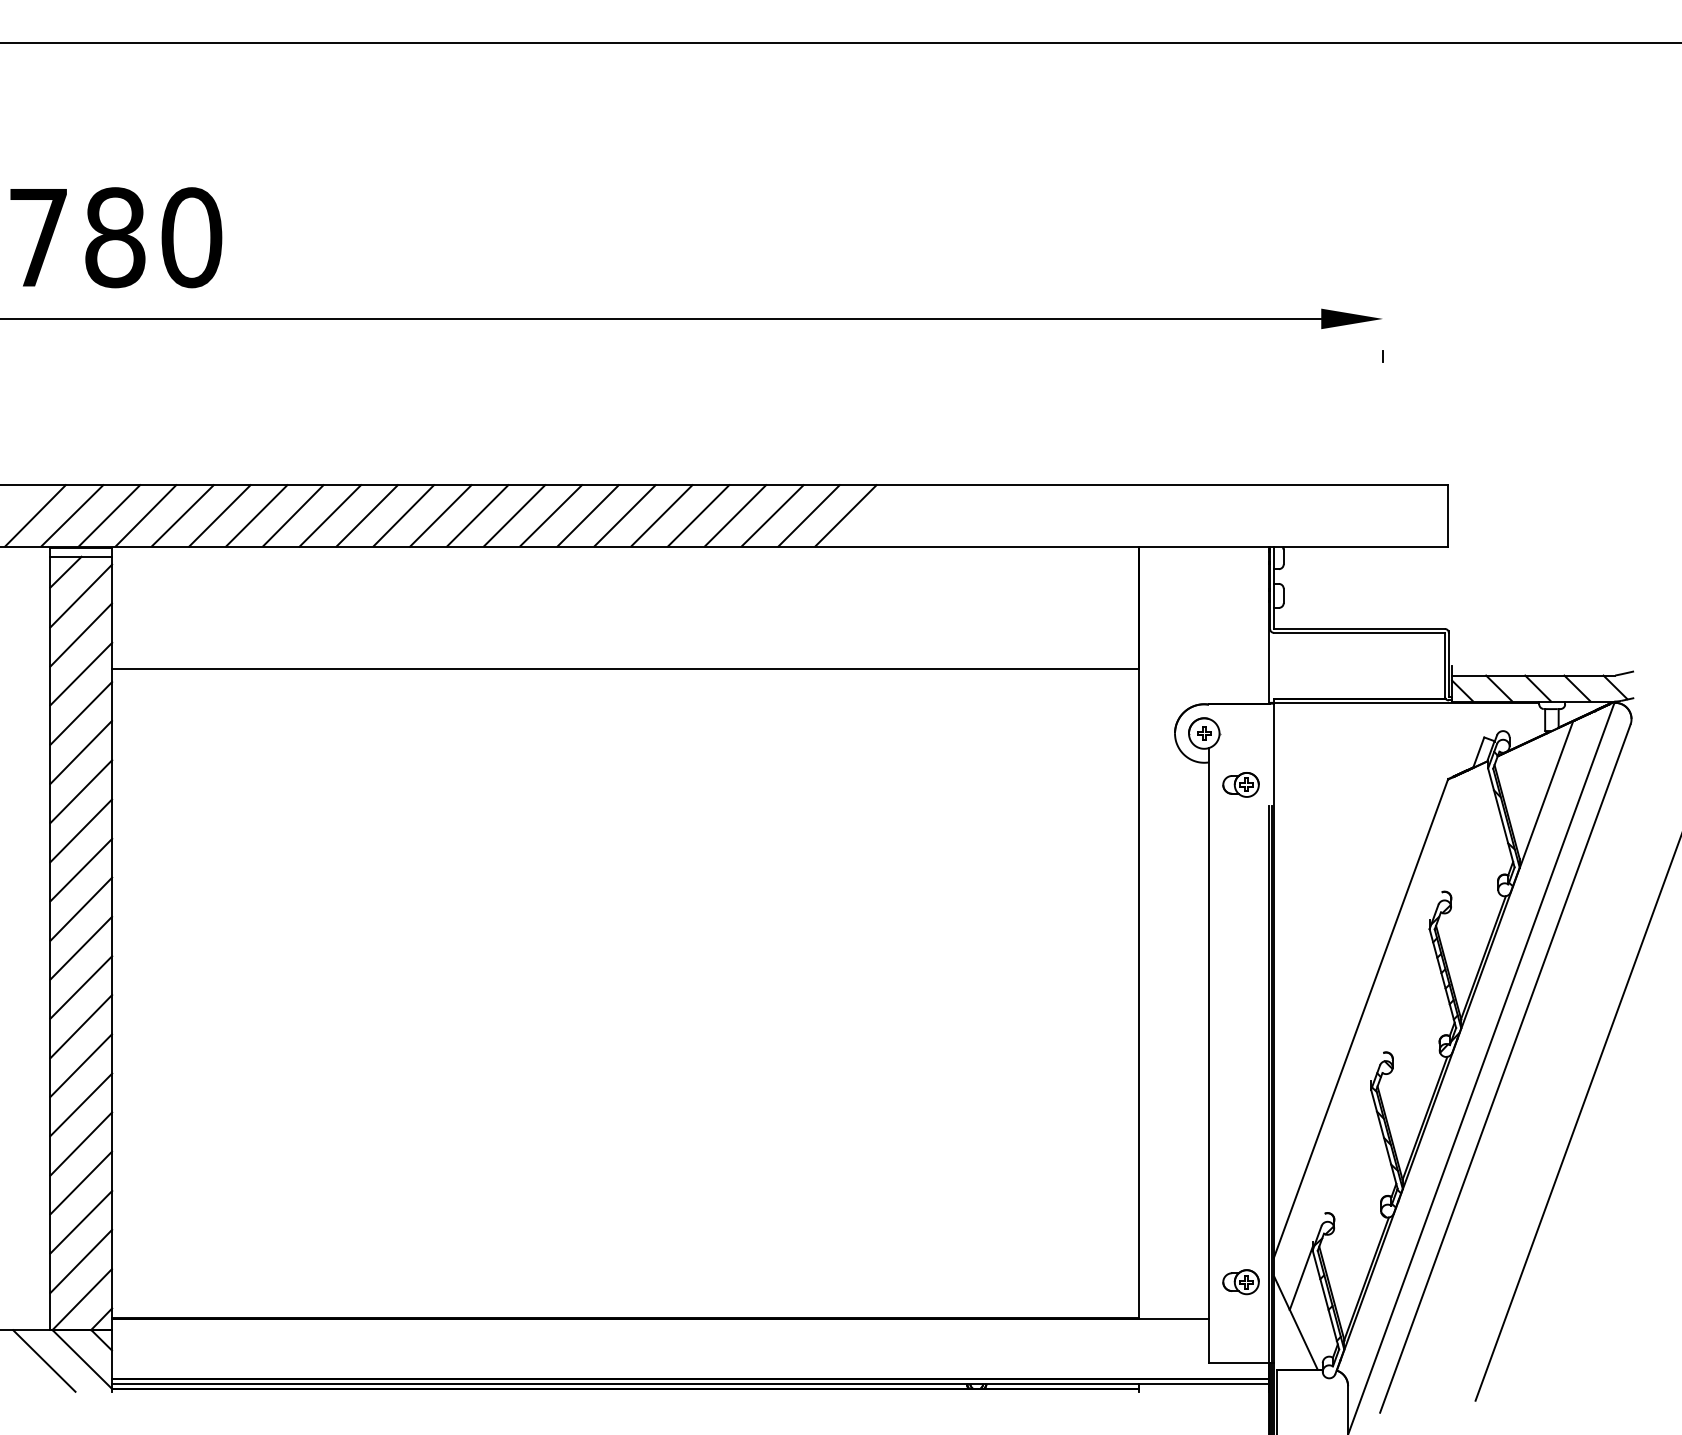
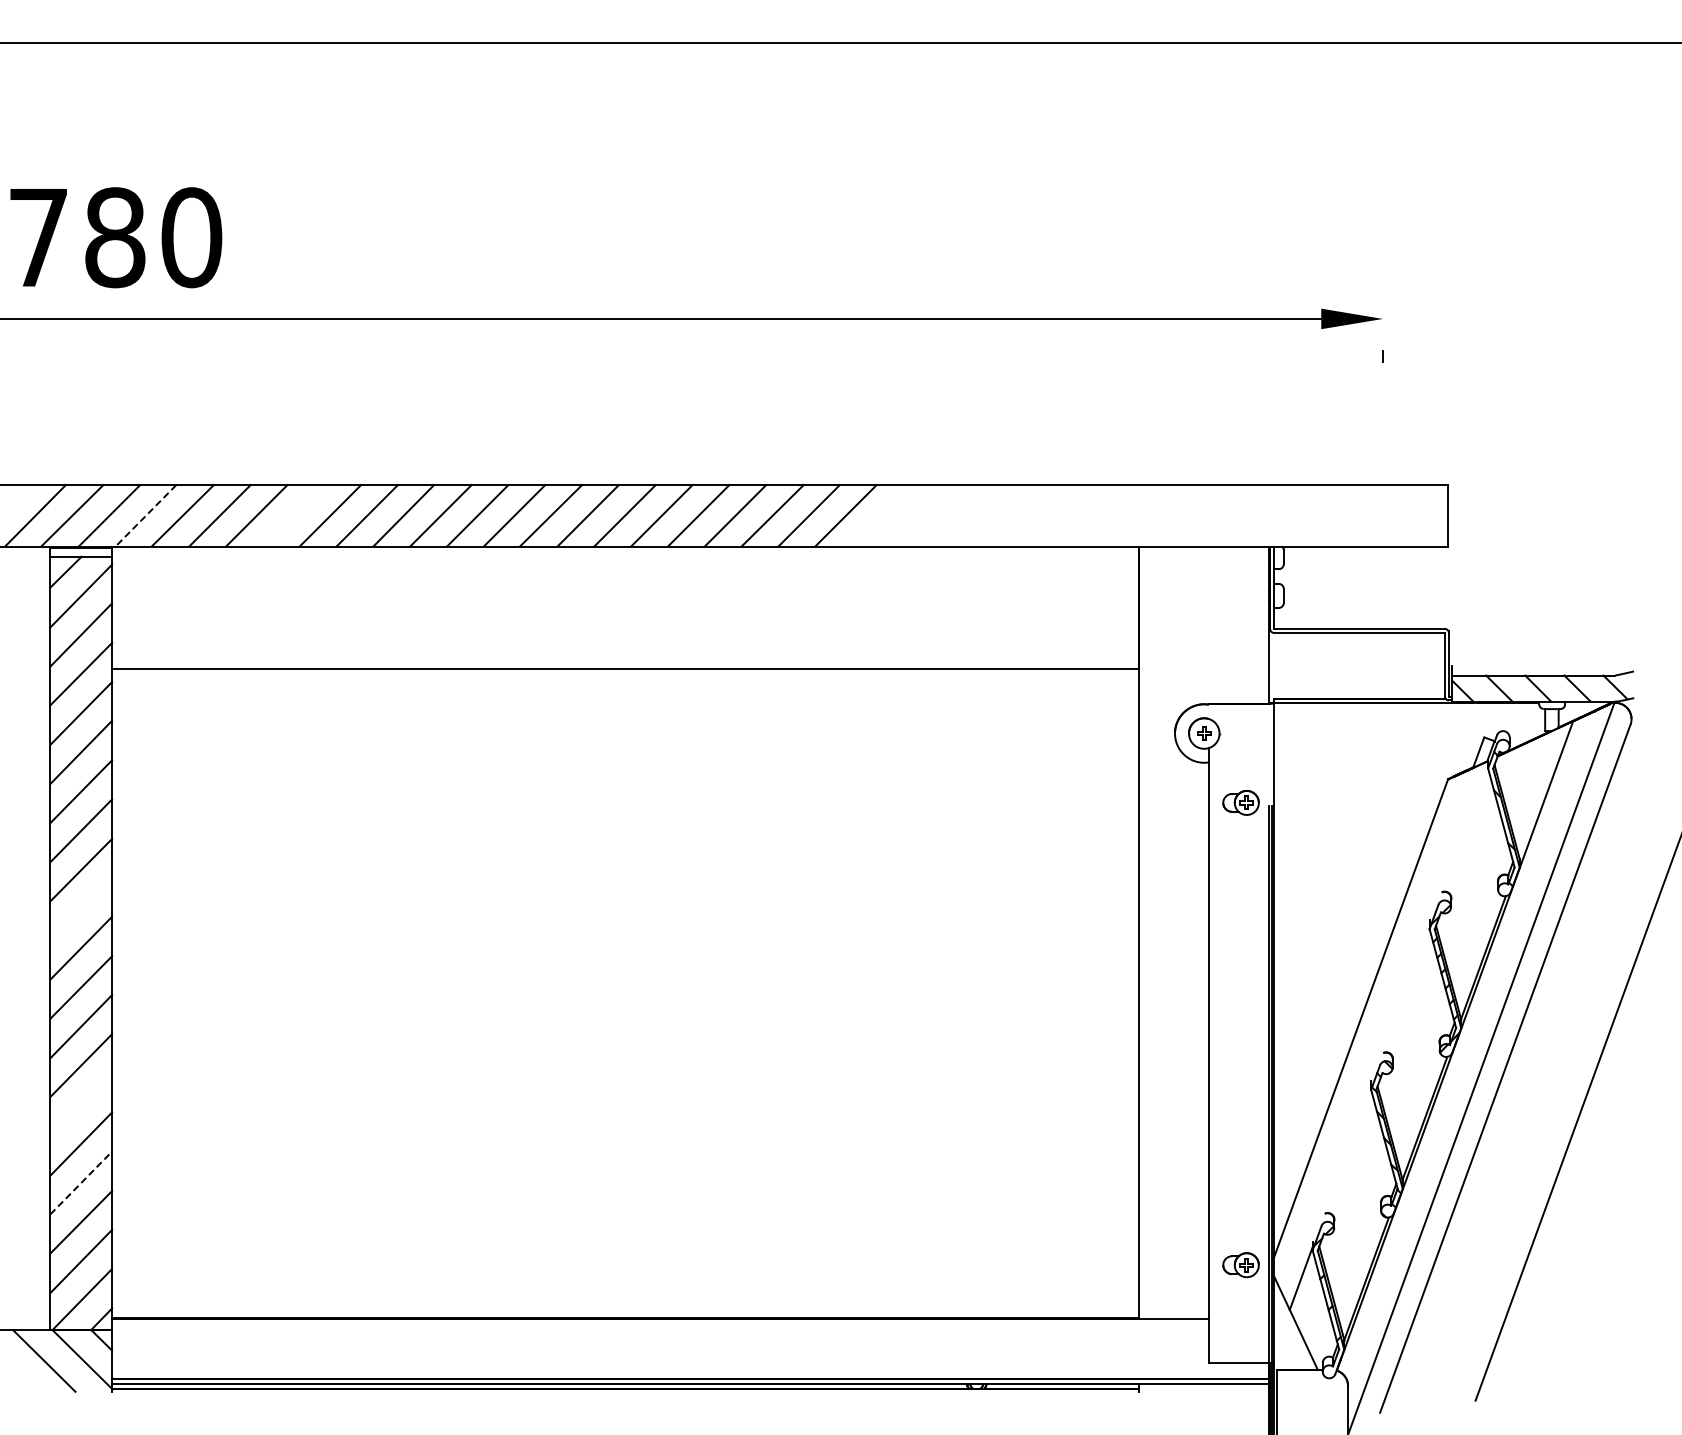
line at (293, 515): present -> none
line at (145, 516): solid -> dashed
part at (1240, 784) position: (1240, 784) -> (1240, 802)
line at (81, 908): present -> none
line at (81, 1104): present -> none
line at (81, 1183): solid -> dashed
part at (1240, 1282) position: (1240, 1282) -> (1240, 1265)
